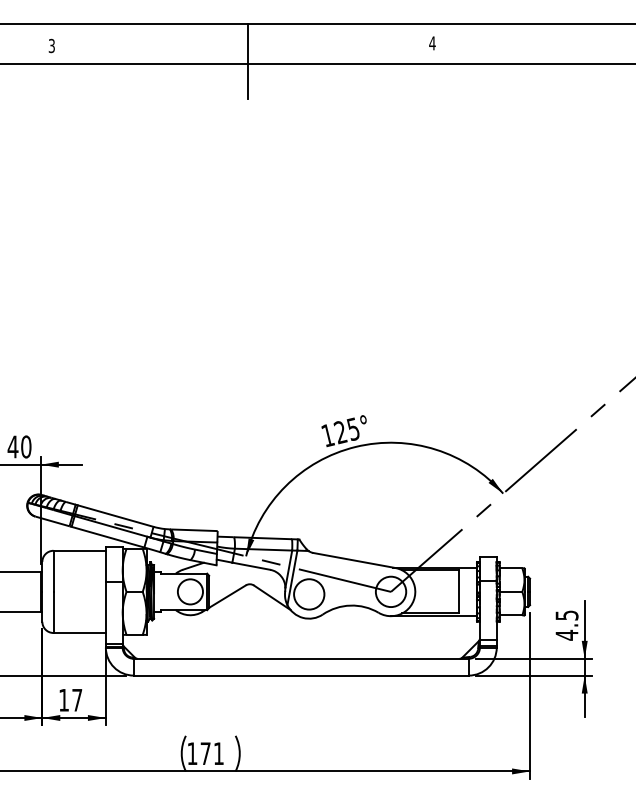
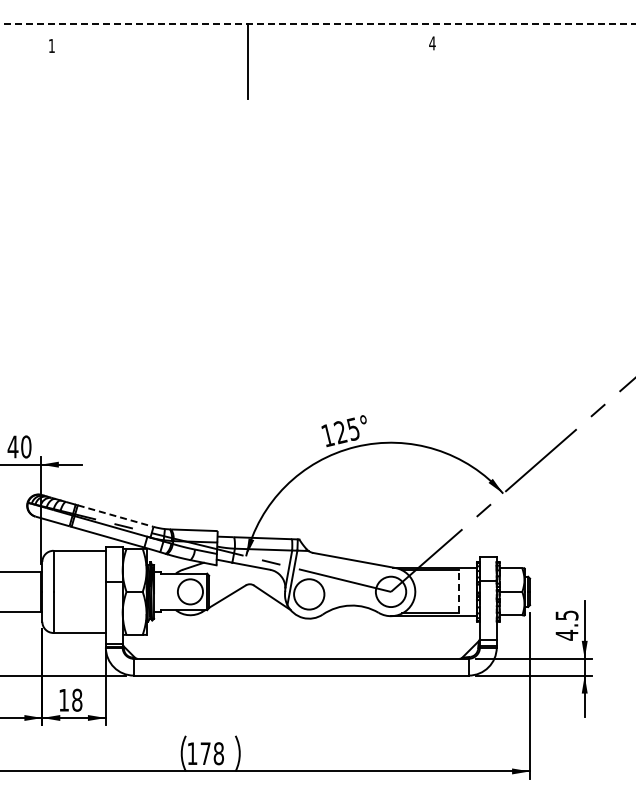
line at (317, 24): solid -> dashed
text at (51, 45): 3 -> 1
line at (317, 63): present -> none
line at (116, 516): solid -> dashed
line at (459, 591): solid -> dashed
text at (77, 699): 17 -> 18
text at (218, 753): 171 -> 178
